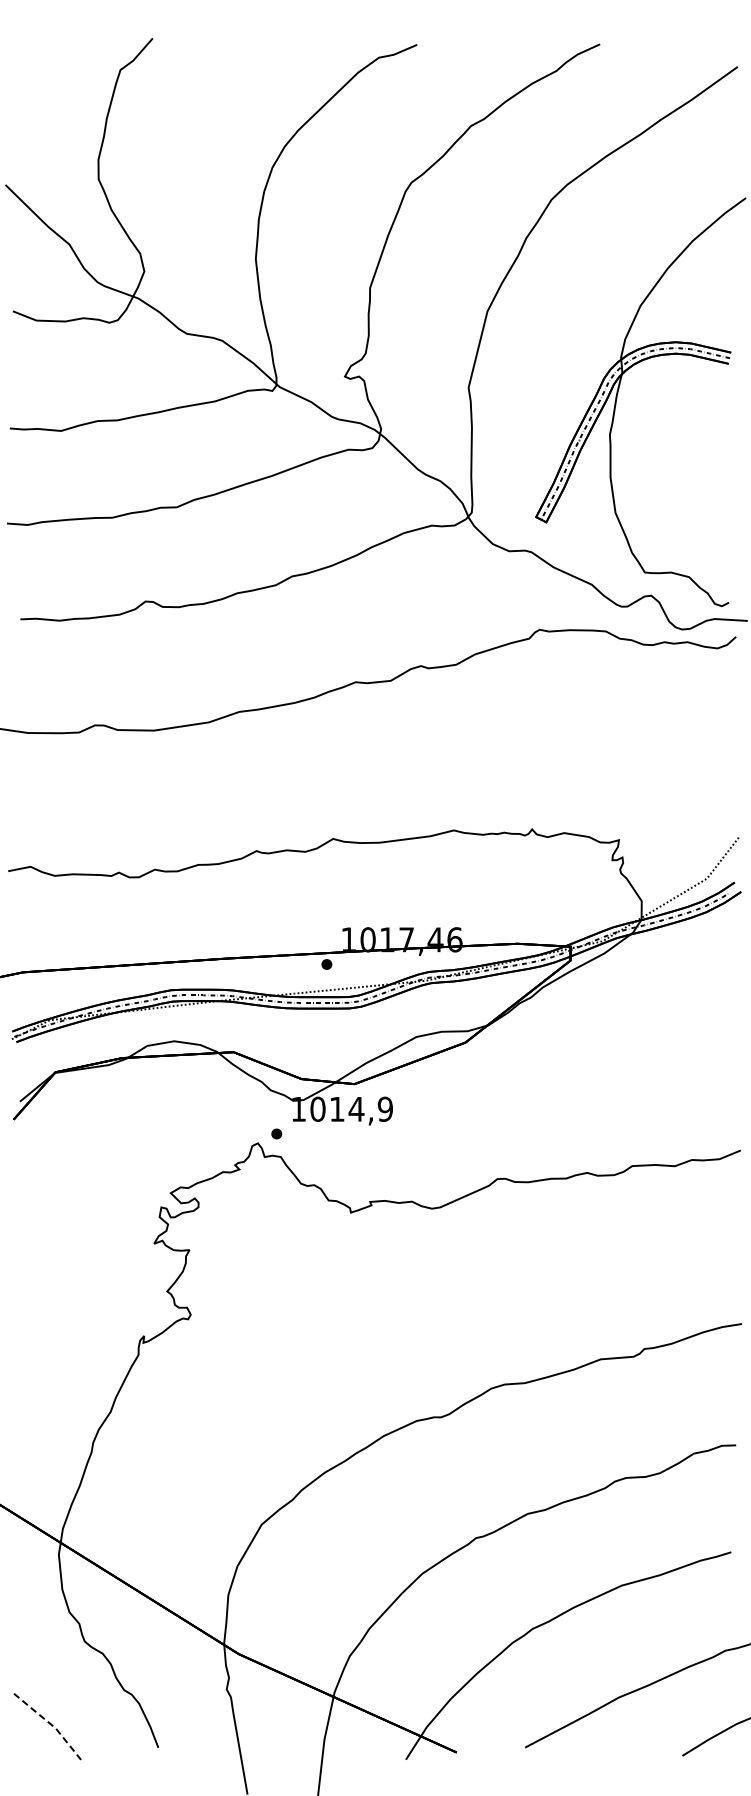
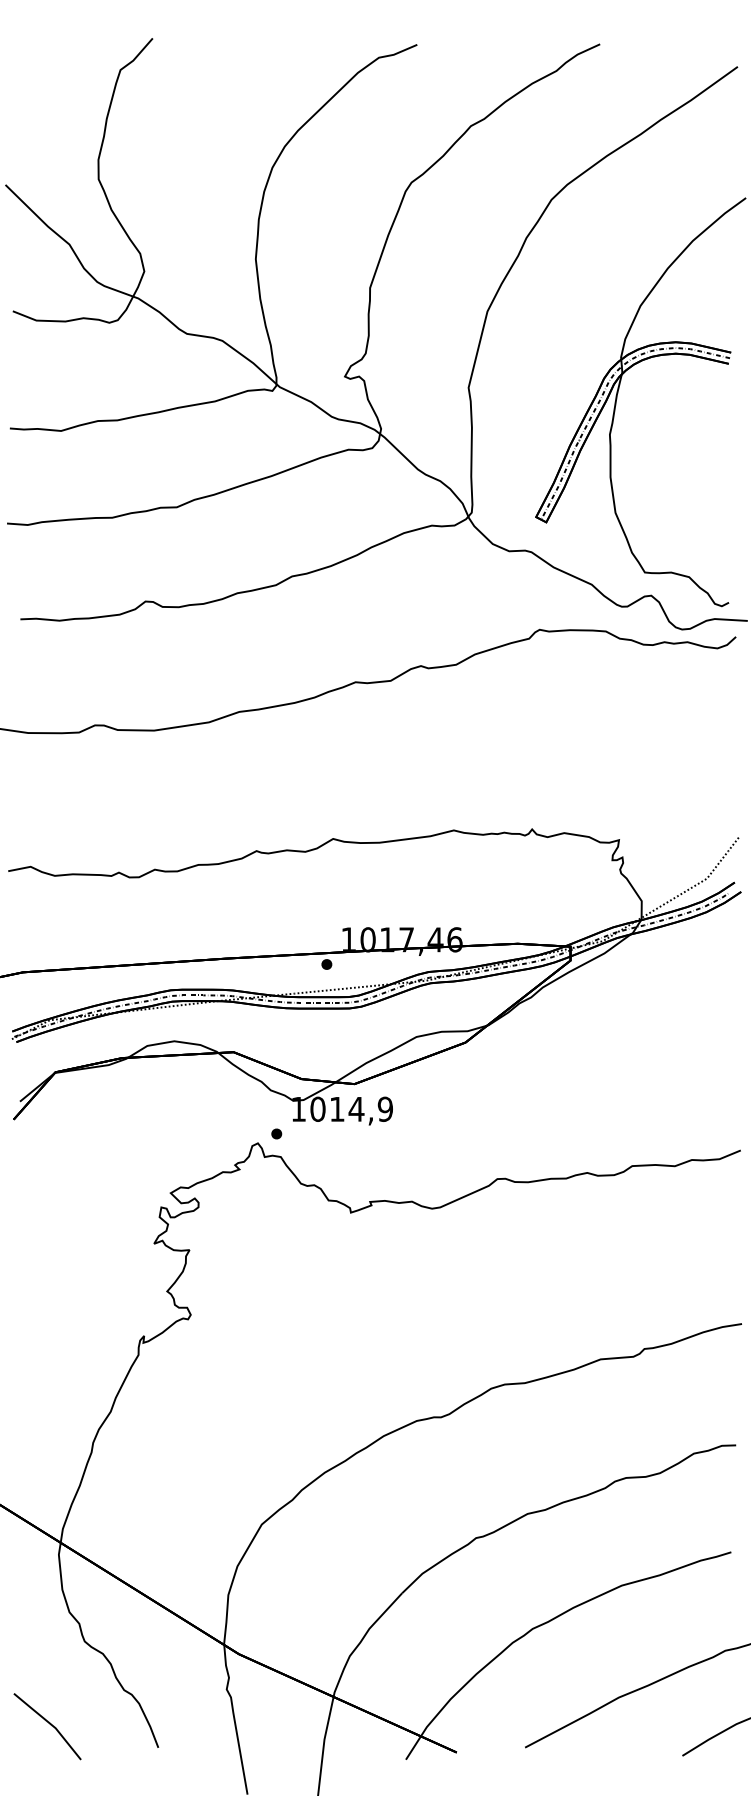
line at (50, 1723): dashed -> solid
